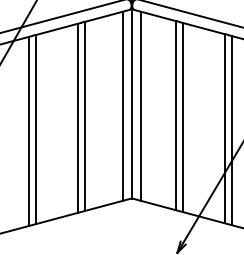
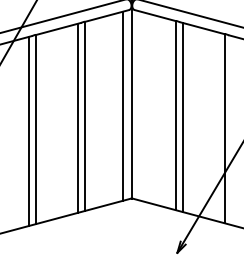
line at (140, 105): present -> none
line at (232, 130): present -> none
